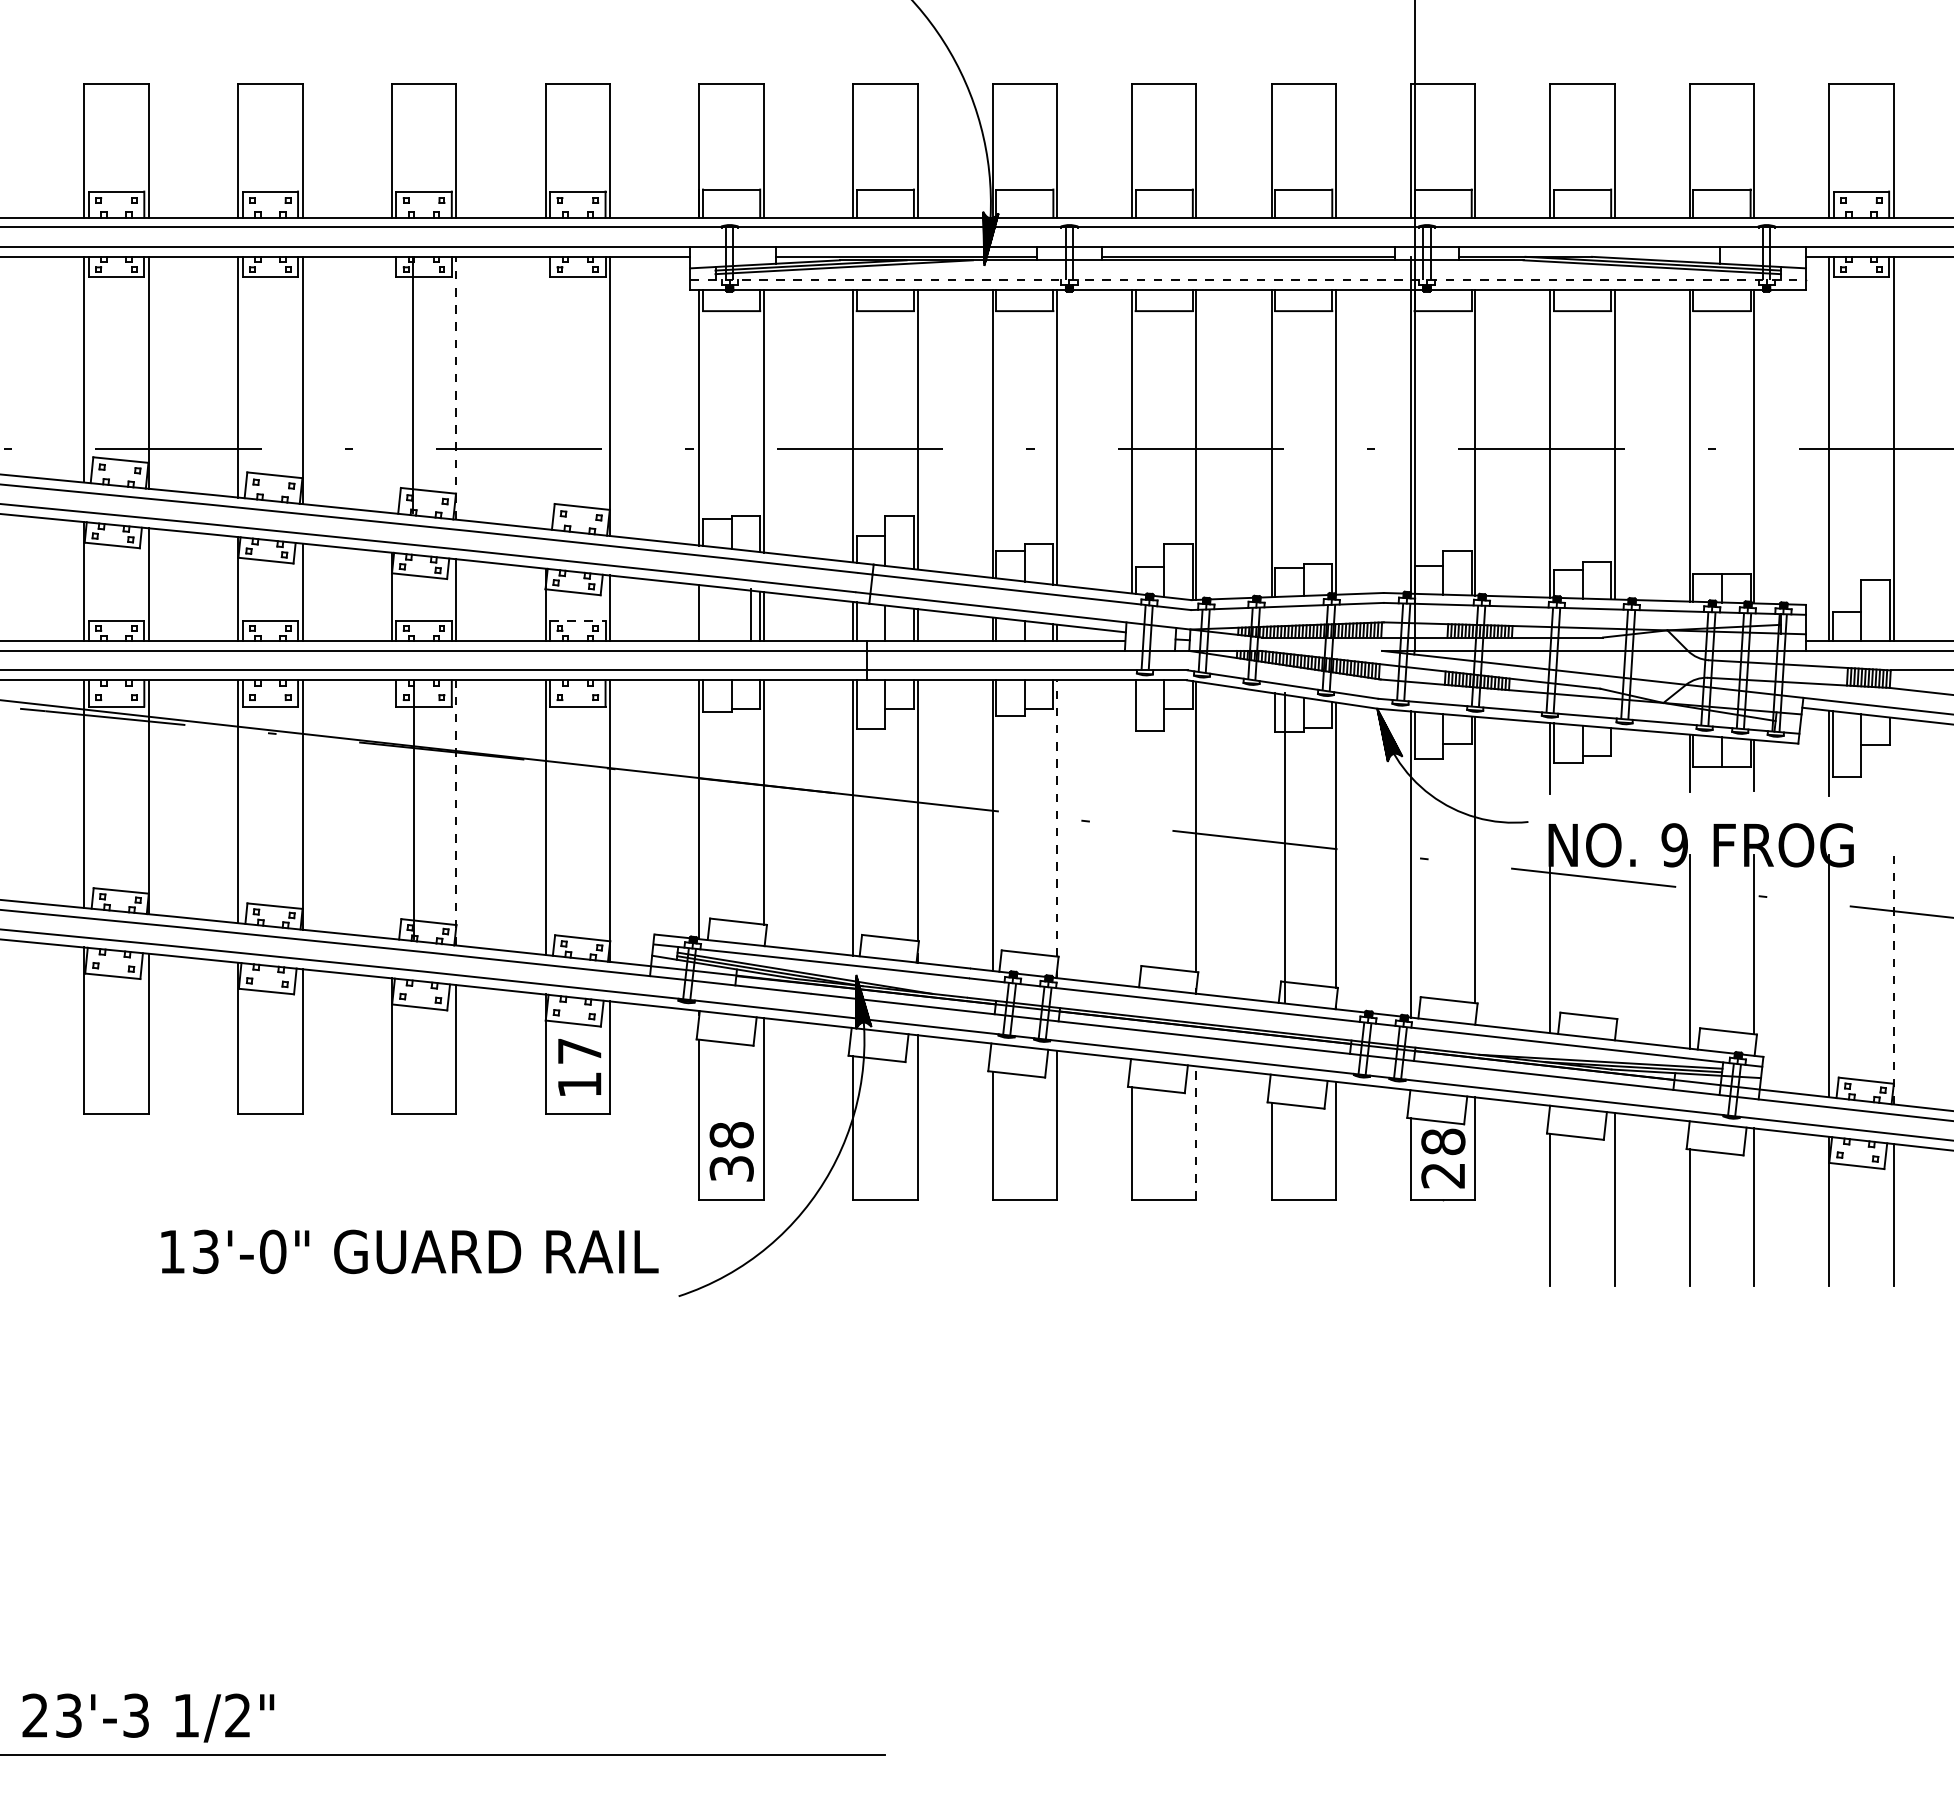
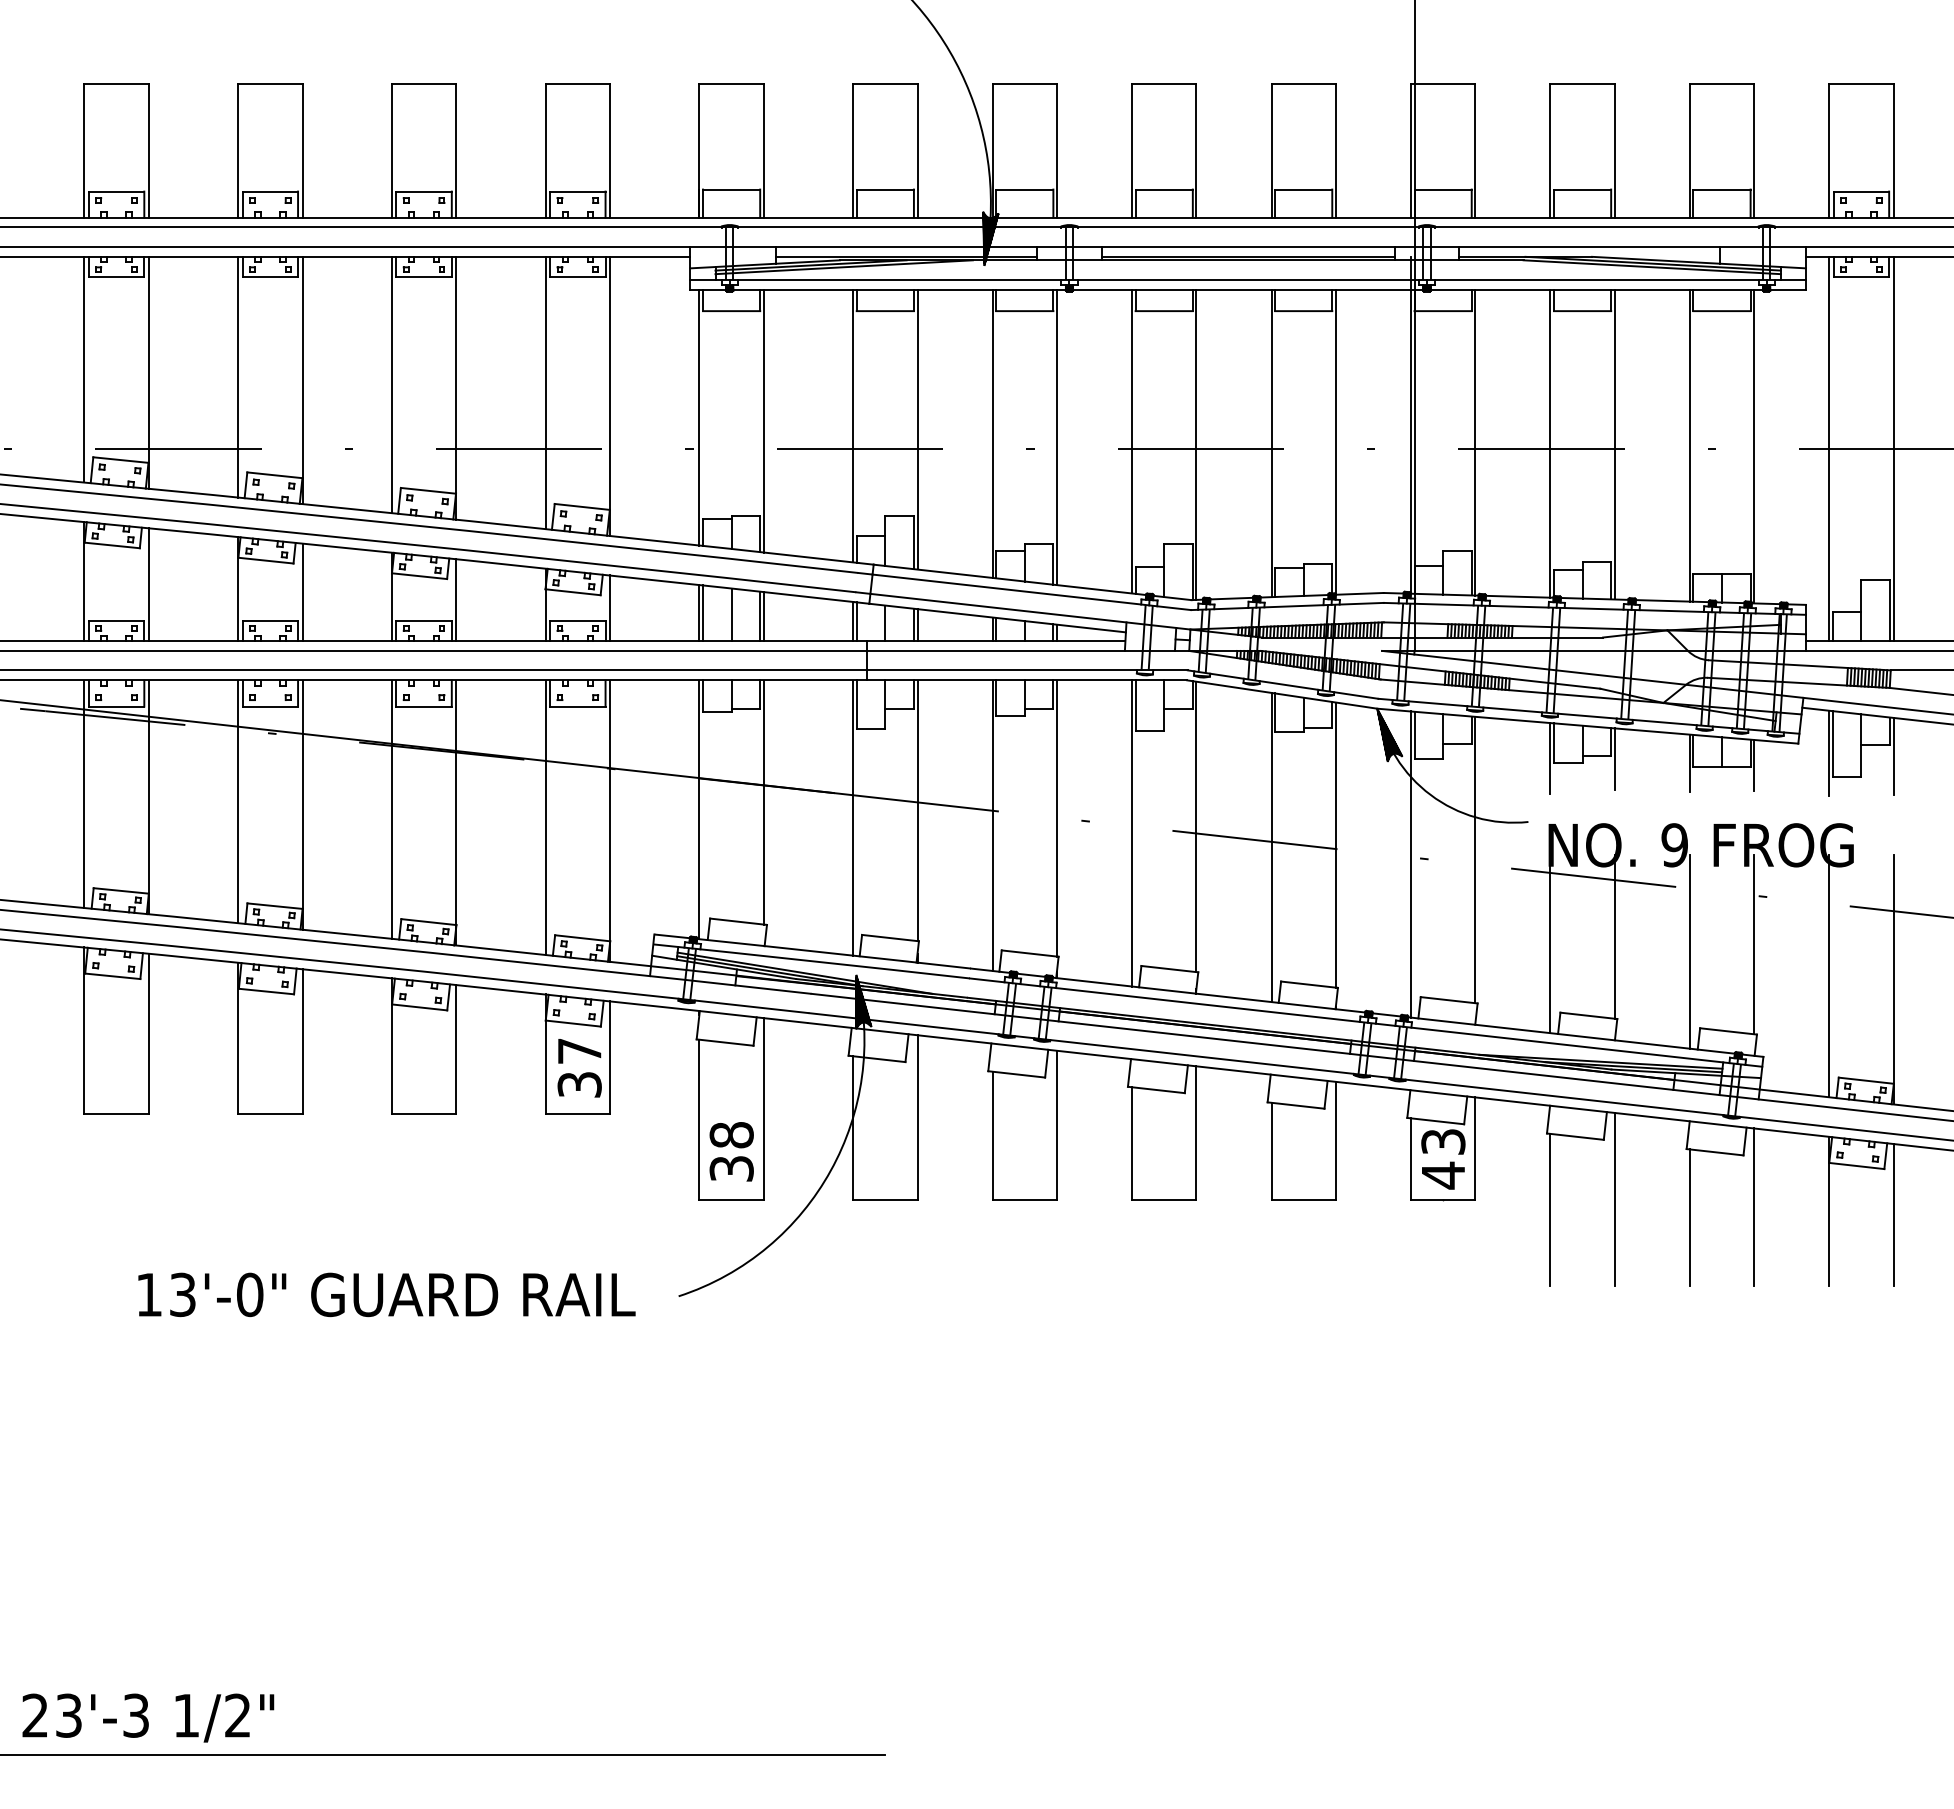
line at (1248, 279): dashed -> solid
line at (412, 384) position: (412, 384) -> (391, 384)
line at (456, 387): dashed -> solid
line at (545, 392): none -> present
line at (702, 612): none -> present
line at (750, 614) position: (750, 614) -> (731, 614)
line at (577, 620): dashed -> solid
line at (1893, 756): none -> present
line at (1614, 758): none -> present
line at (413, 809) position: (413, 809) -> (391, 809)
line at (456, 812): dashed -> solid
line at (1056, 818): dashed -> solid
line at (1132, 833): none -> present
line at (1284, 847) position: (1284, 847) -> (1271, 847)
line at (1614, 936): none -> present
line at (1893, 979): dashed -> solid
text at (579, 1084): 17 -> 37
line at (1196, 1133): dashed -> solid
text at (1443, 1158): 28 -> 43
text at (409, 1251) position: (409, 1251) -> (386, 1294)
